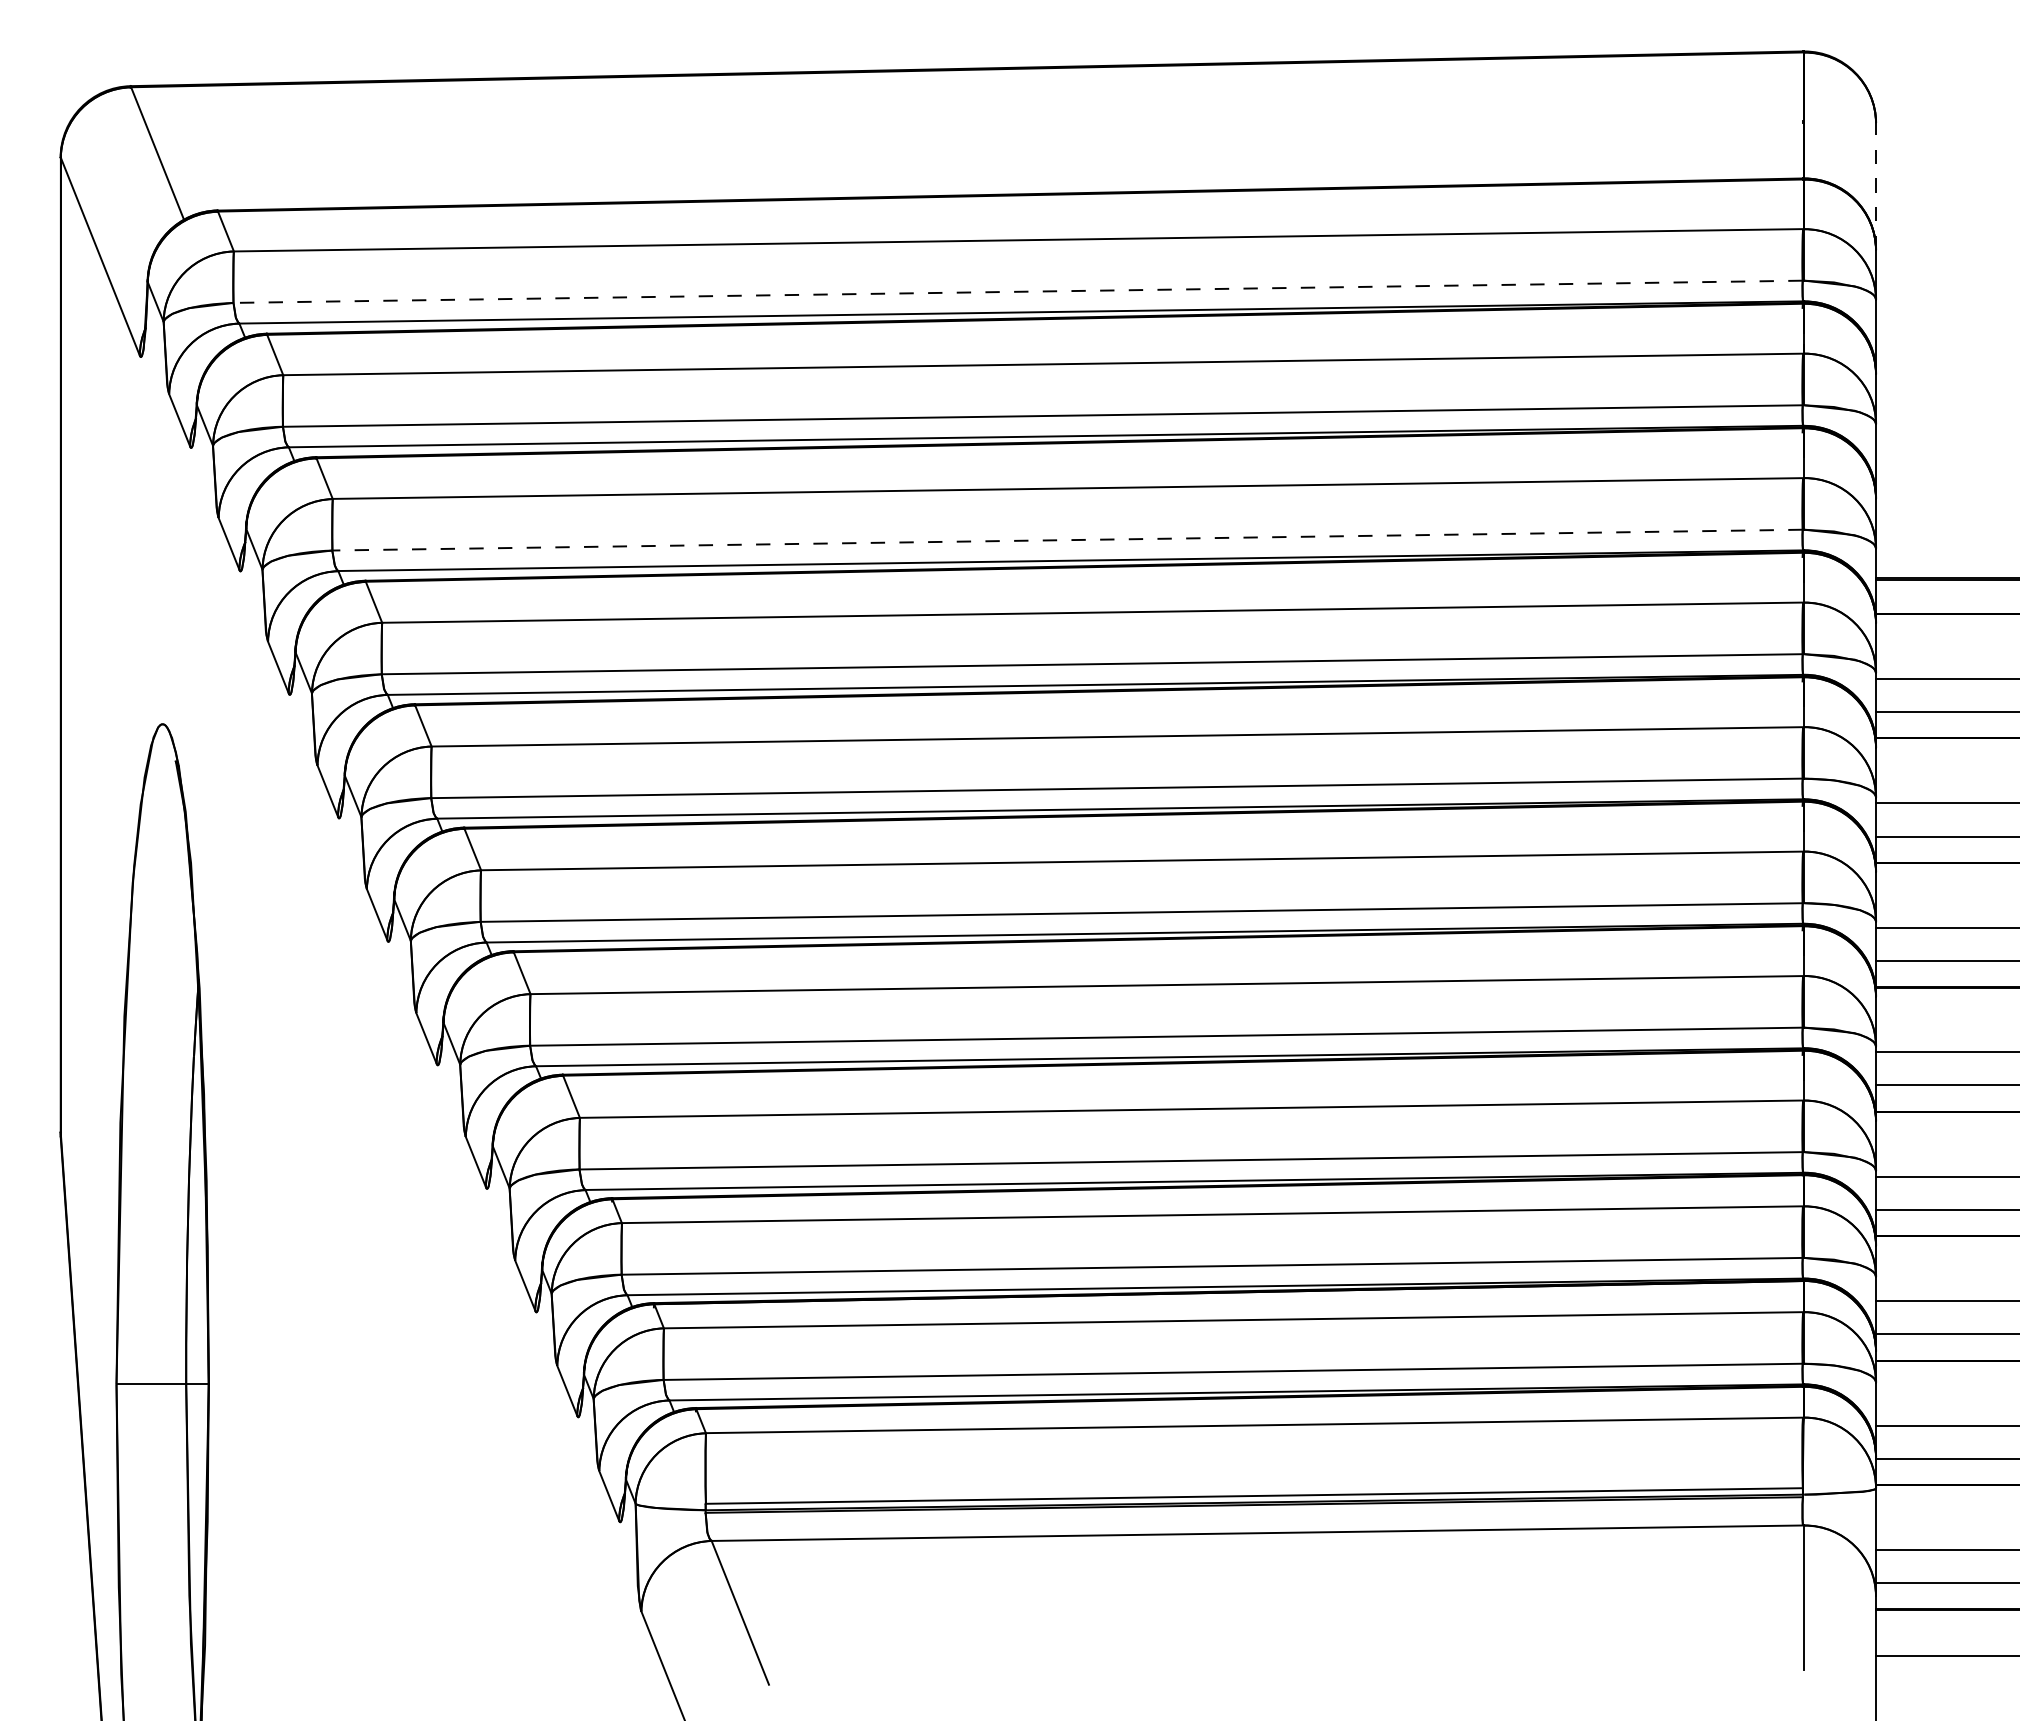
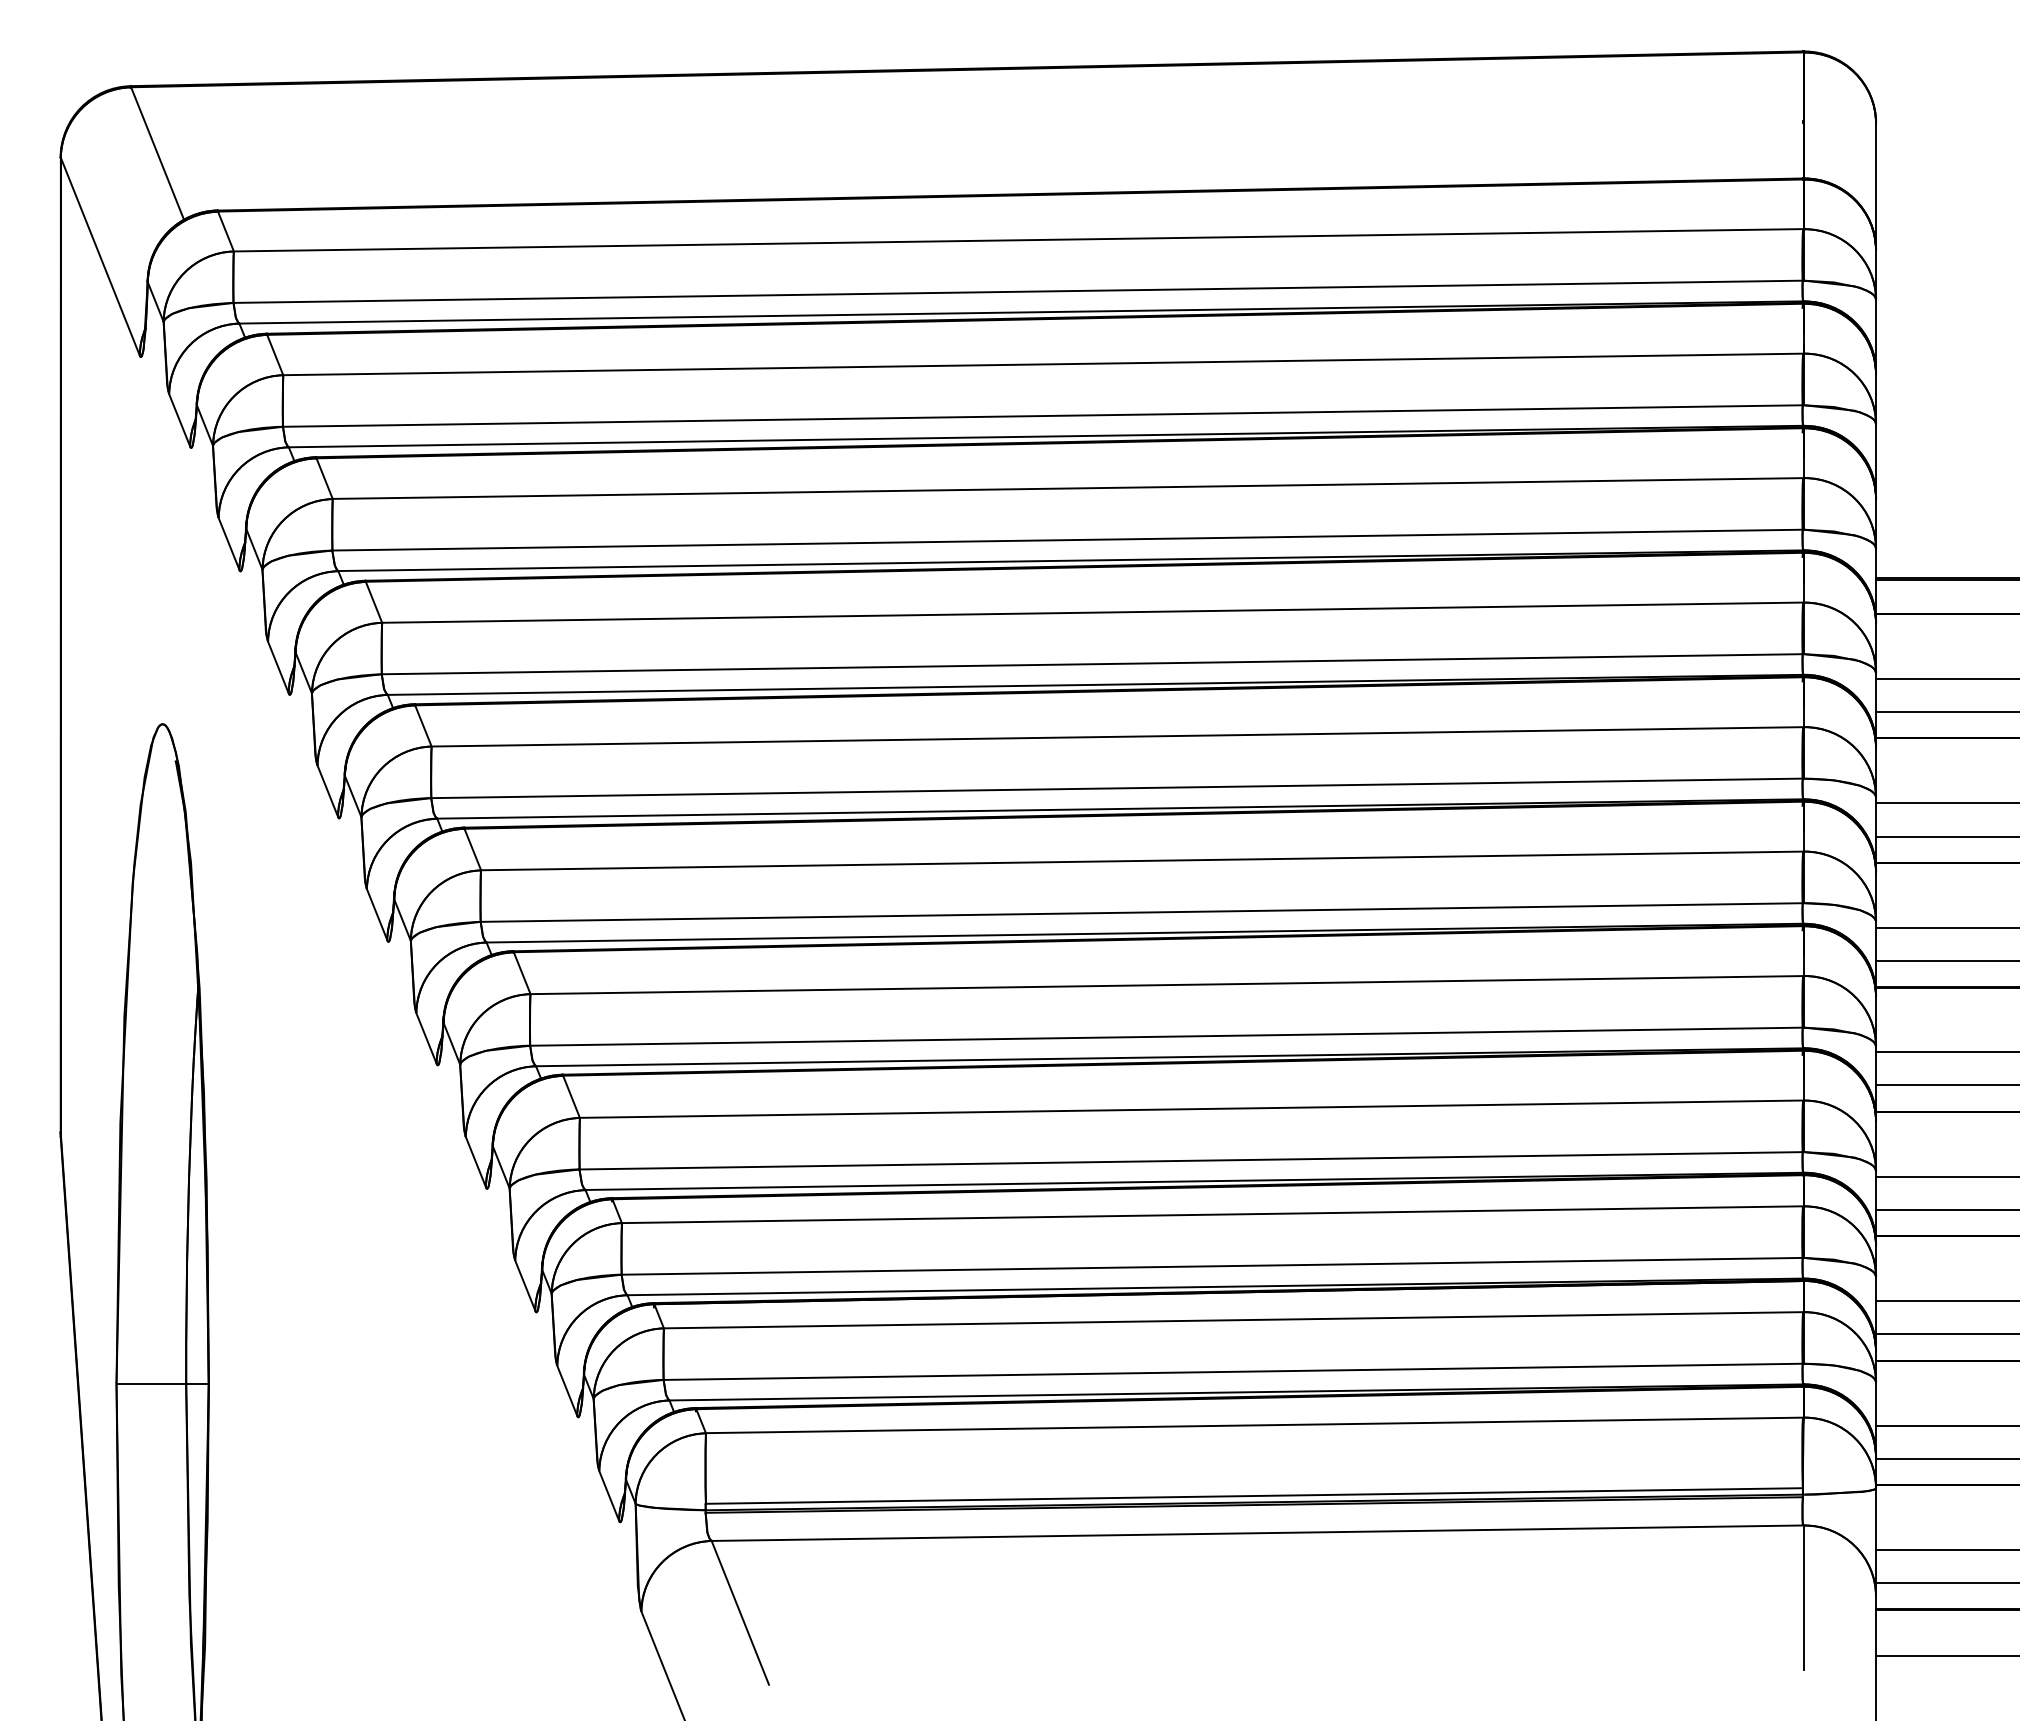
line at (1875, 186): dashed -> solid
line at (1018, 291): dashed -> solid
line at (1066, 540): dashed -> solid
